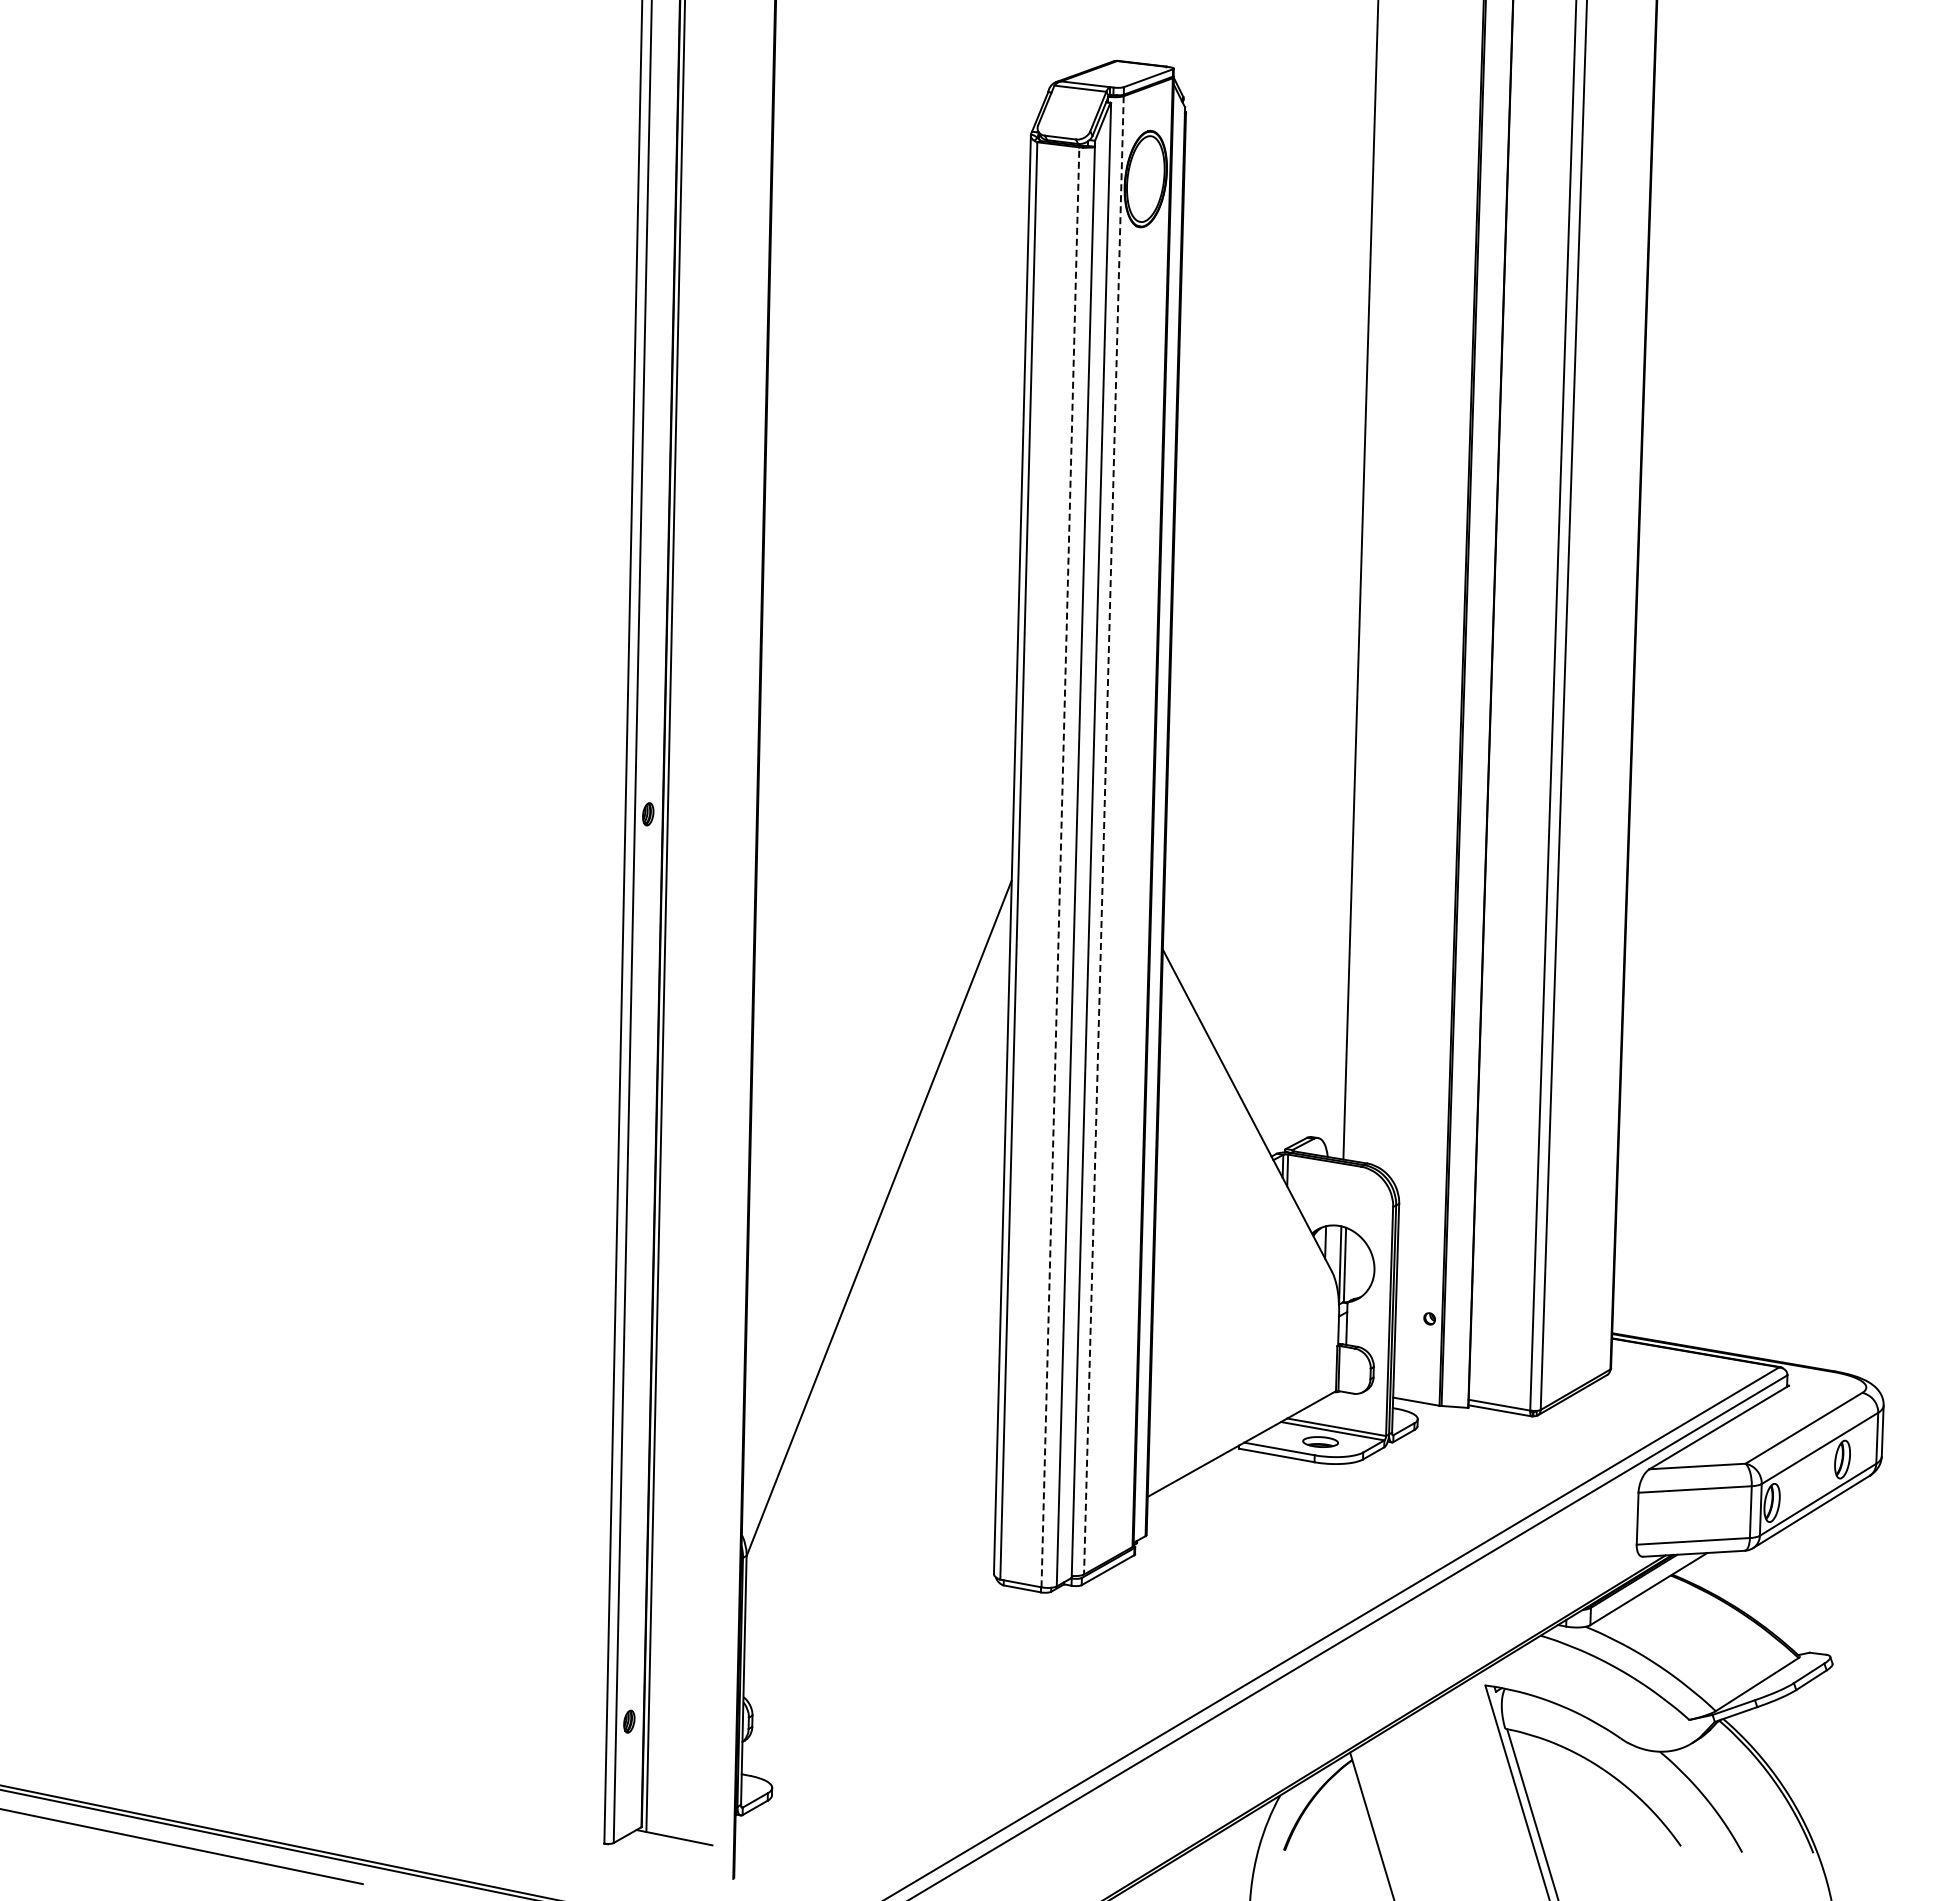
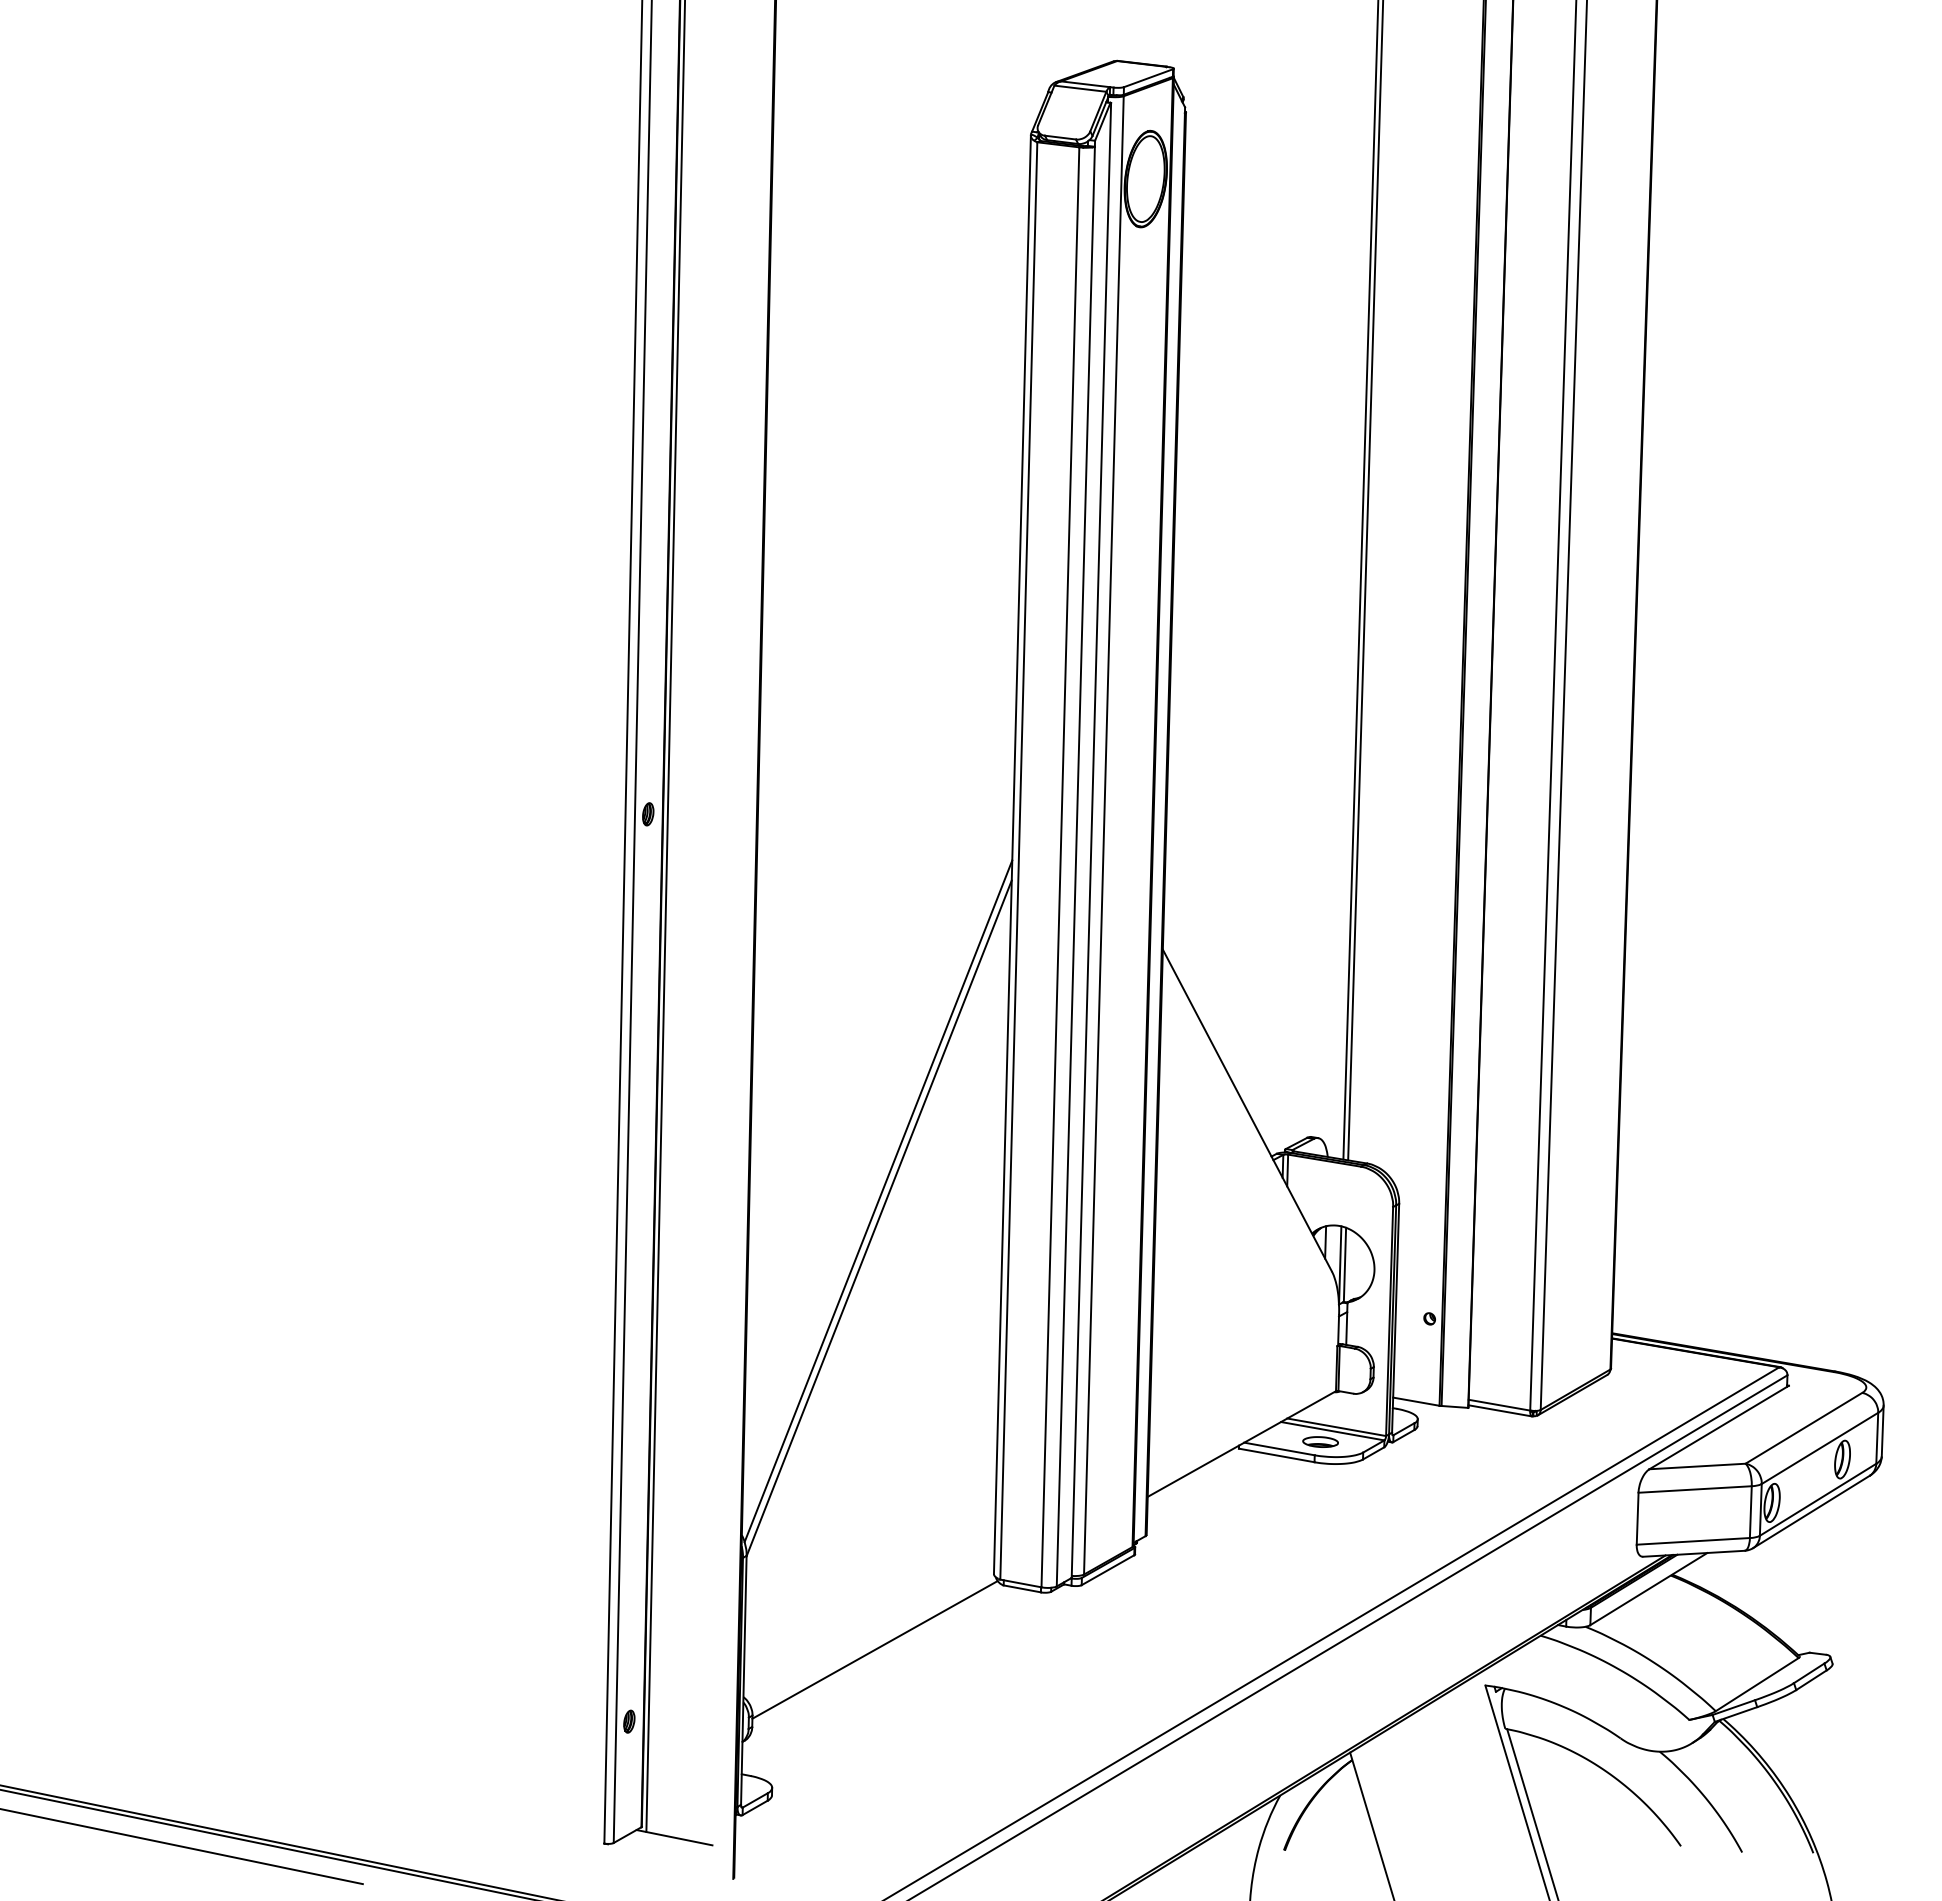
line at (1365, 581): none -> present
line at (1103, 835): dashed -> solid
line at (1060, 866): dashed -> solid
line at (878, 1201): none -> present
line at (874, 1649): none -> present
